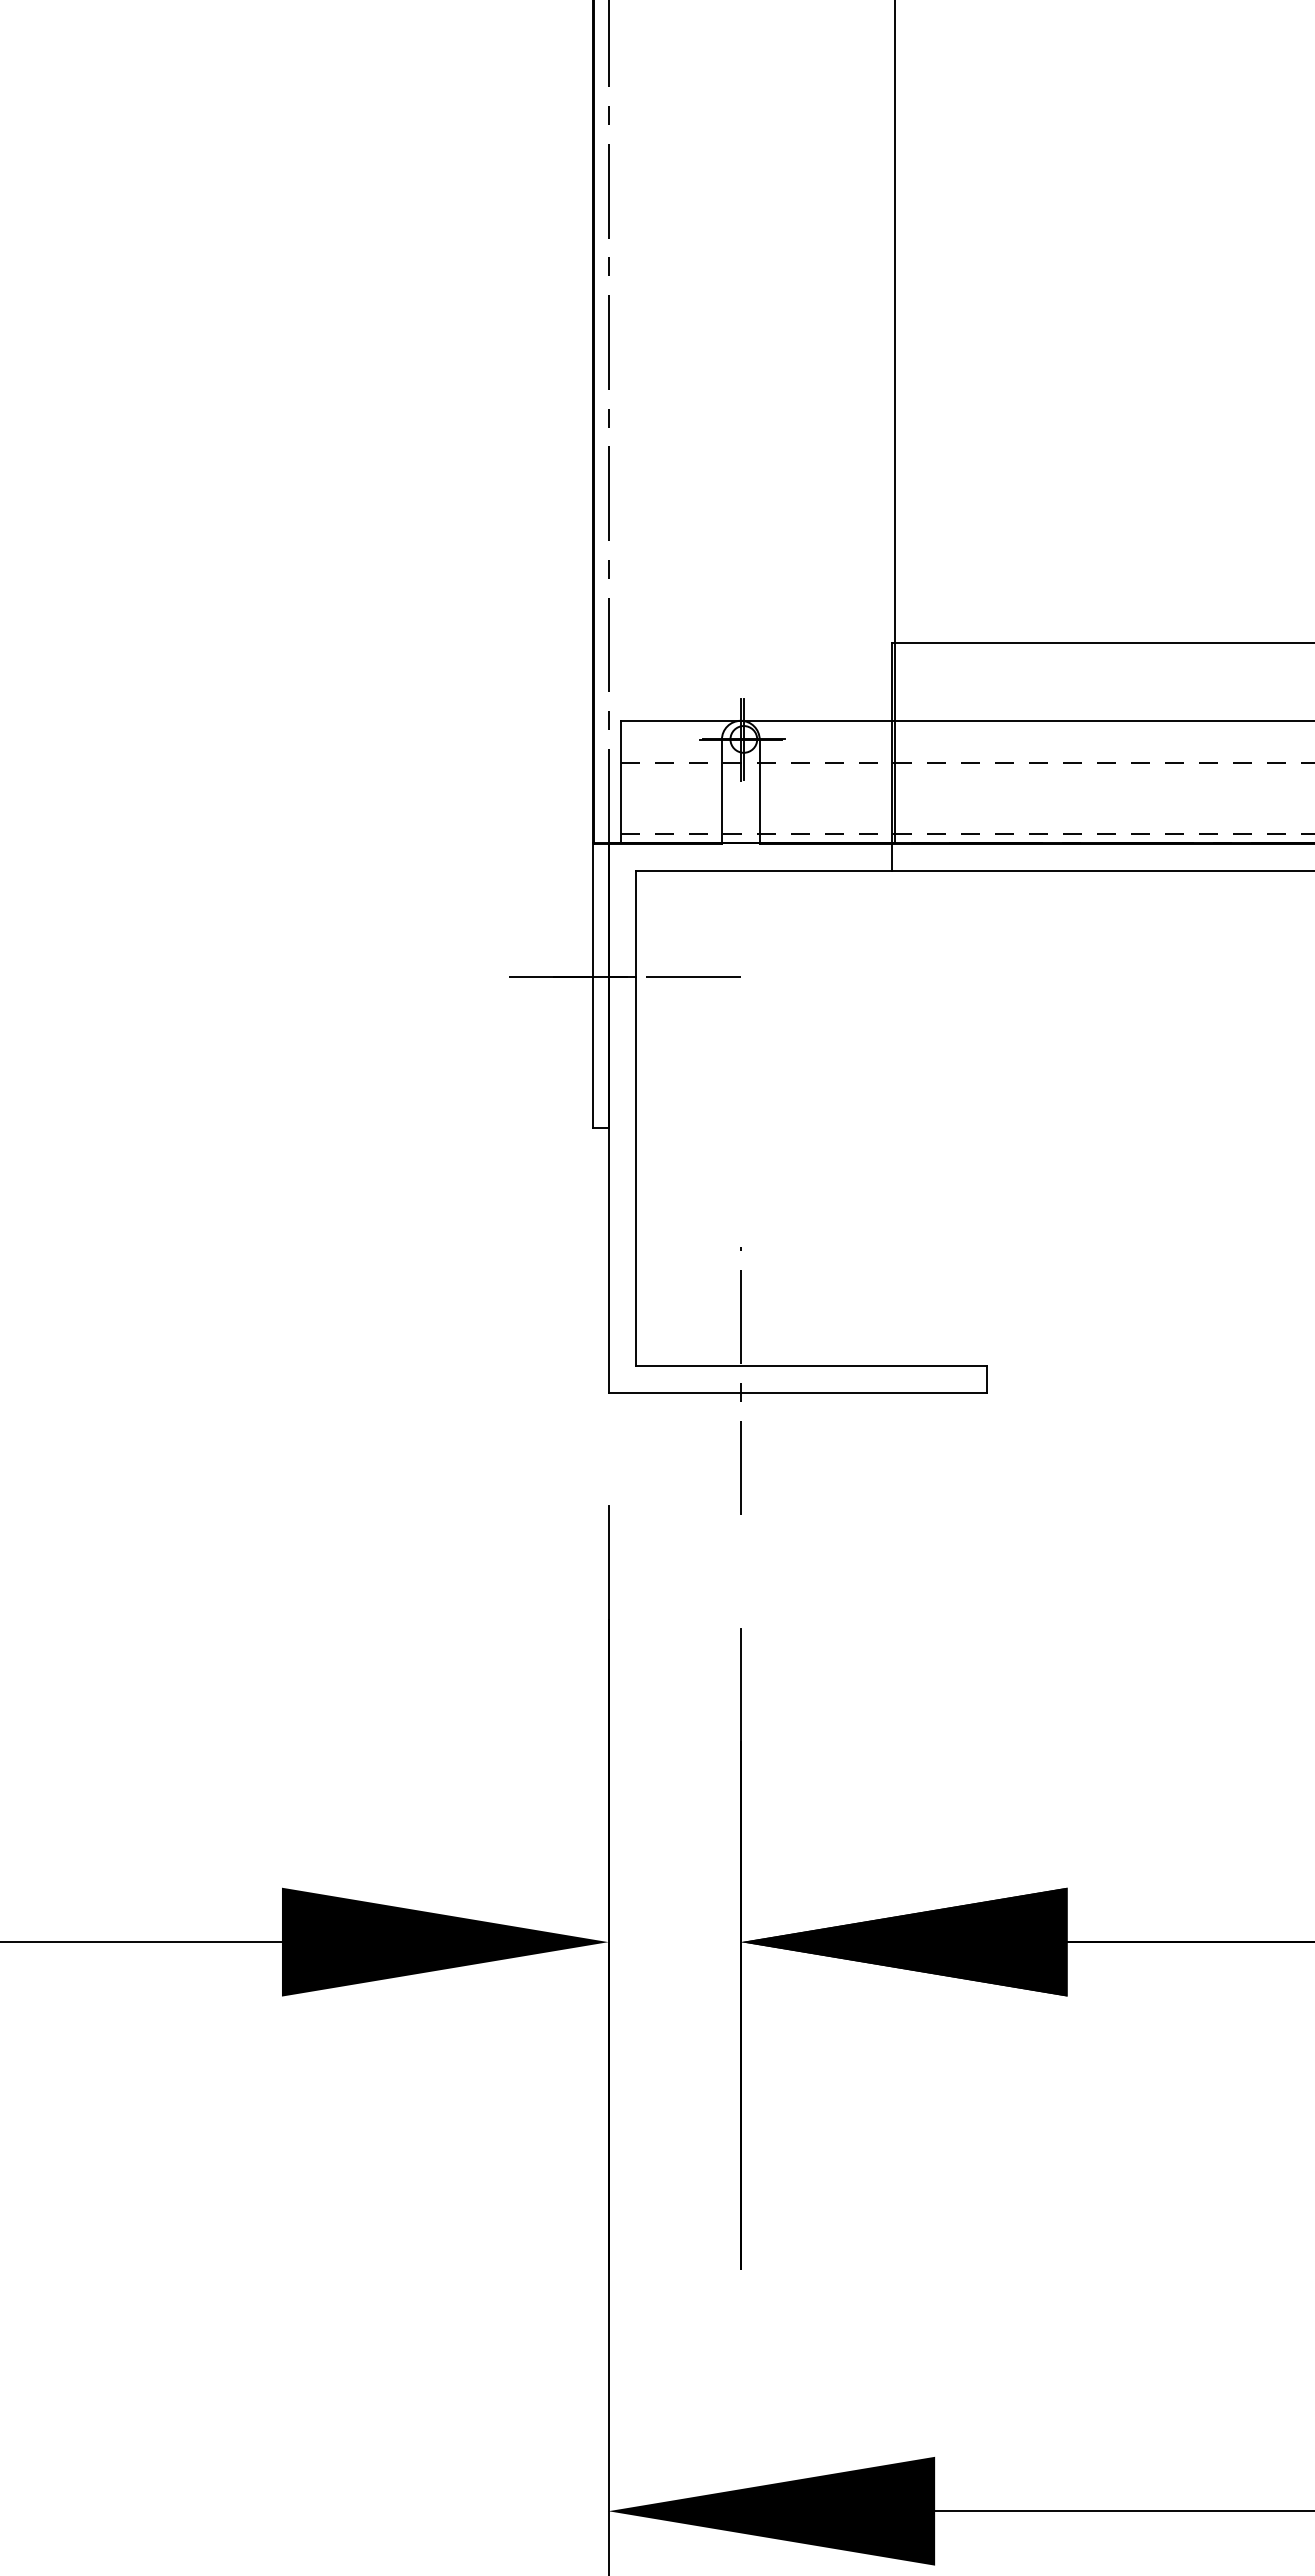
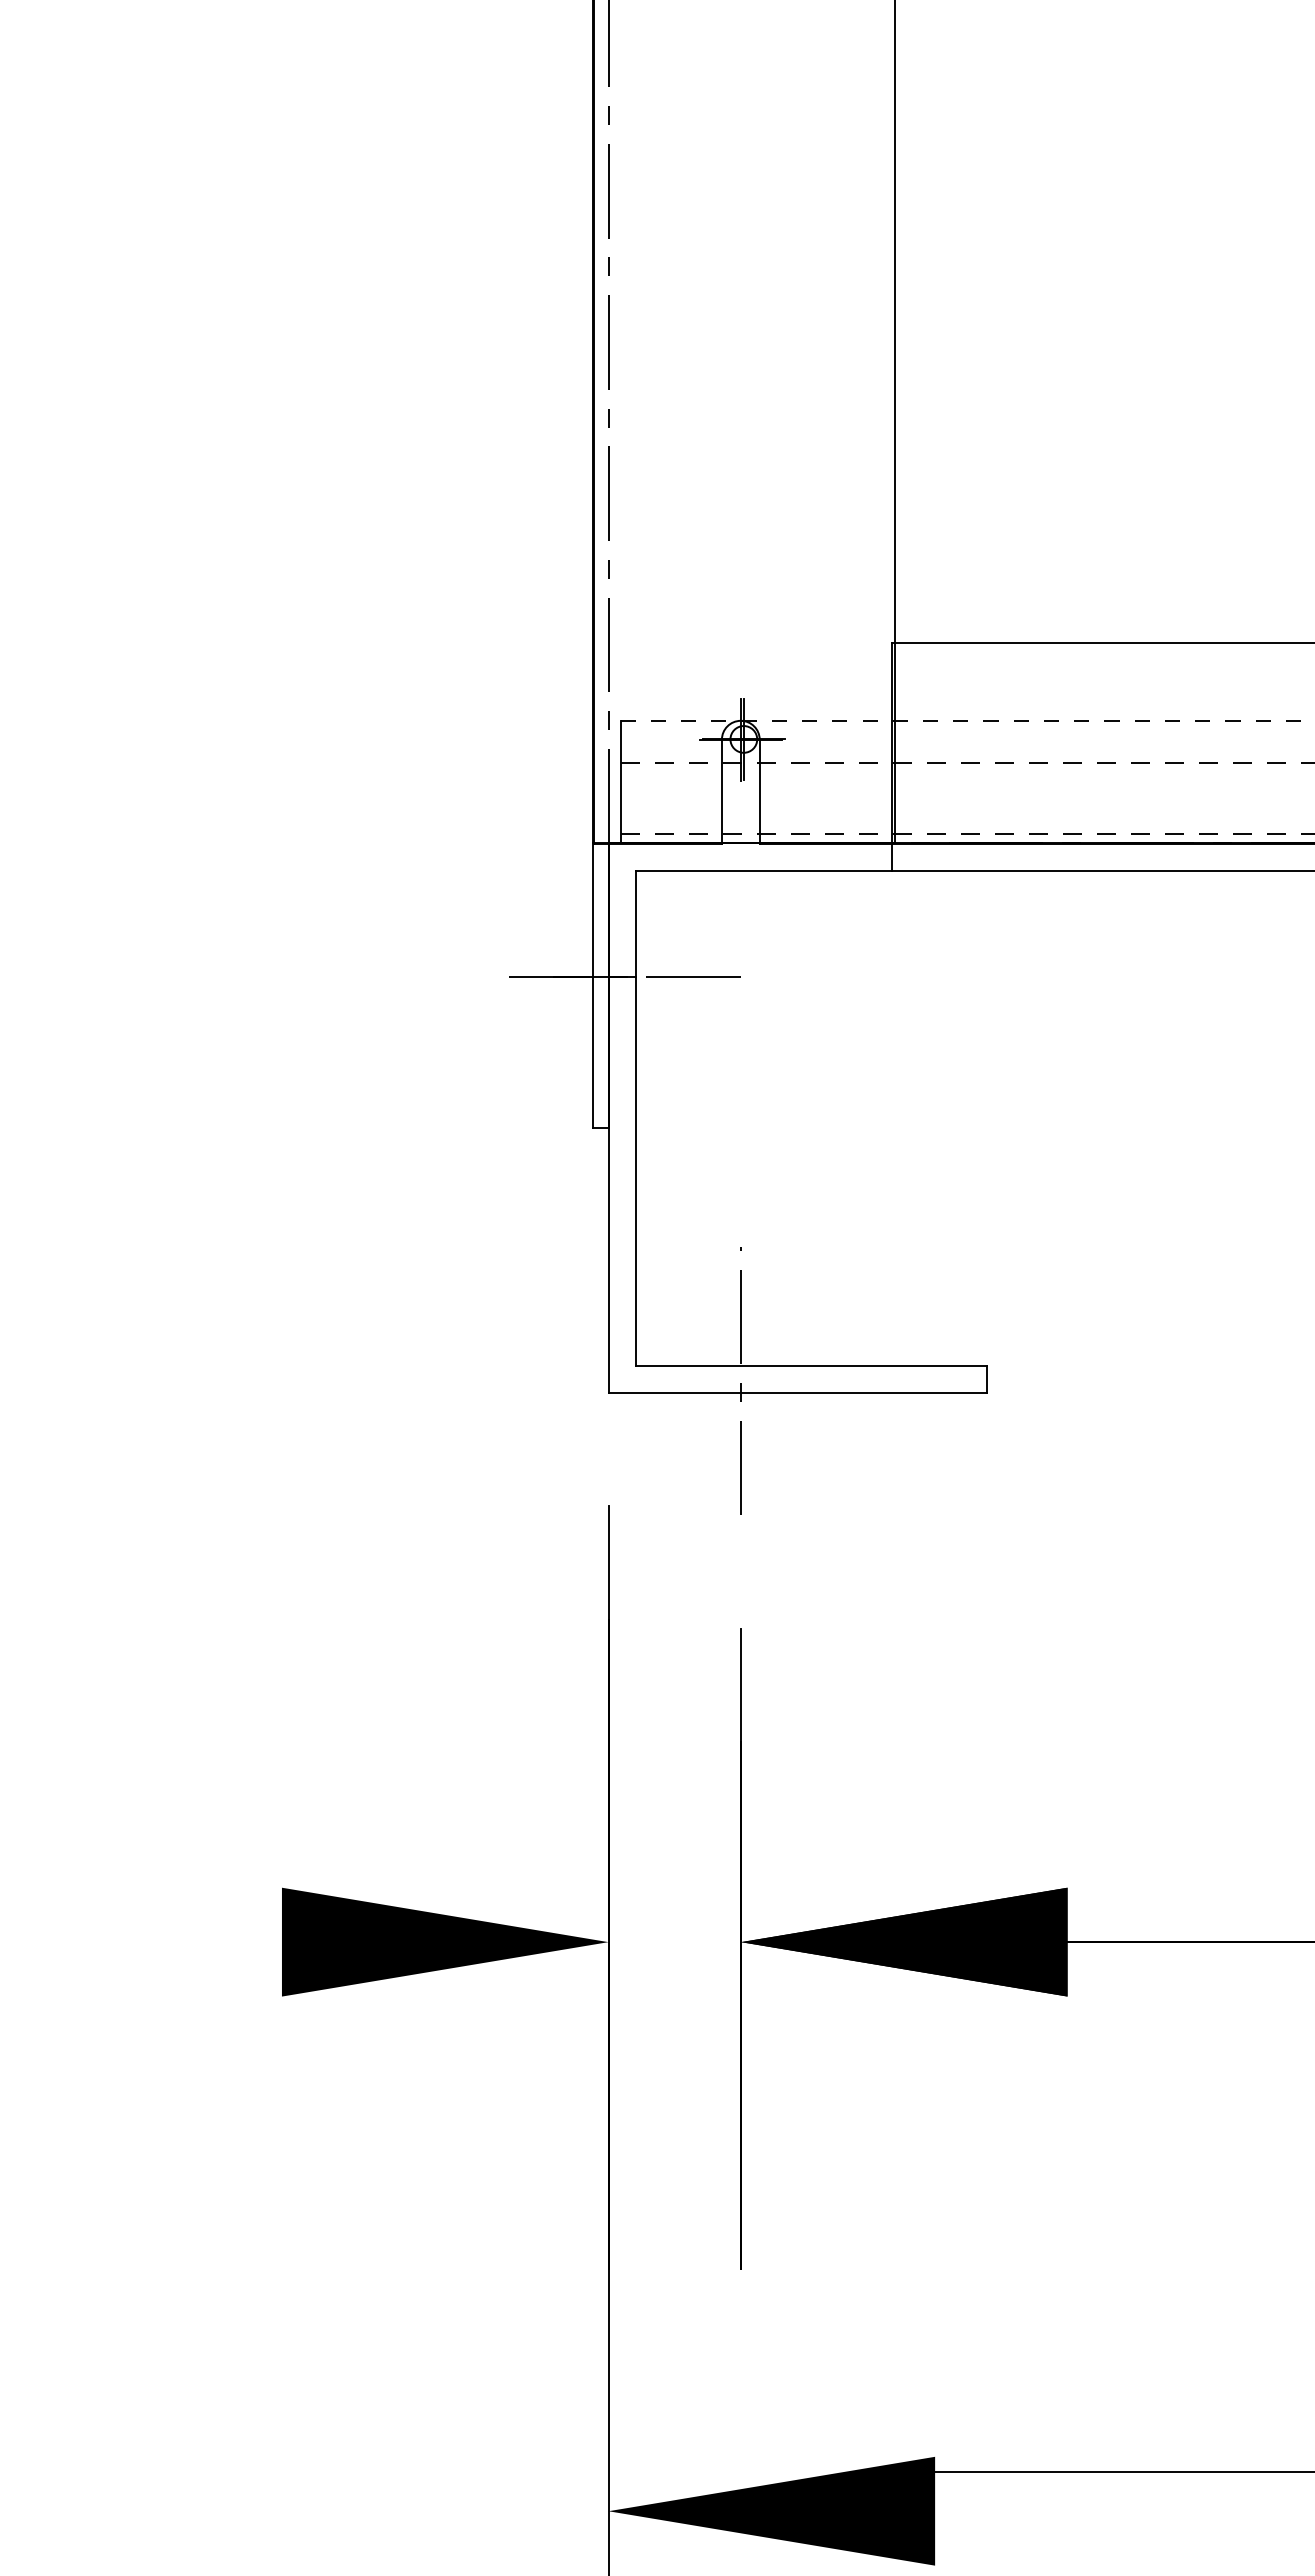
line at (967, 720): solid -> dashed
line at (141, 1942): present -> none
line at (1123, 2511) position: (1123, 2511) -> (1123, 2472)
